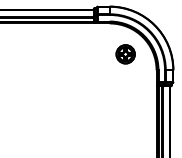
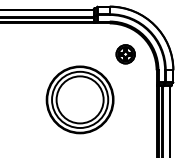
part at (79, 99): none -> present
